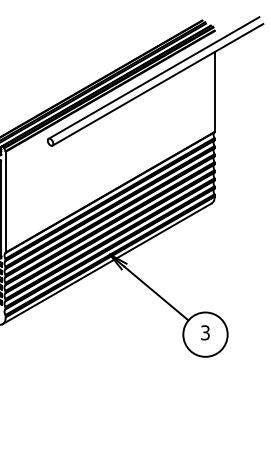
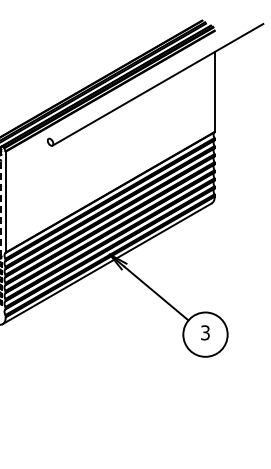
line at (153, 77): present -> none
line at (1, 210): solid -> dashed
